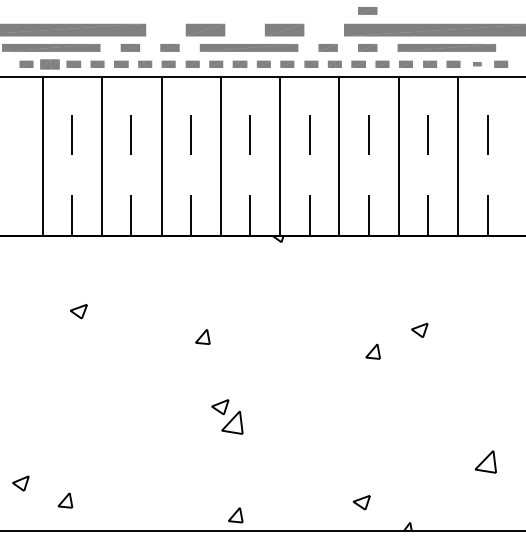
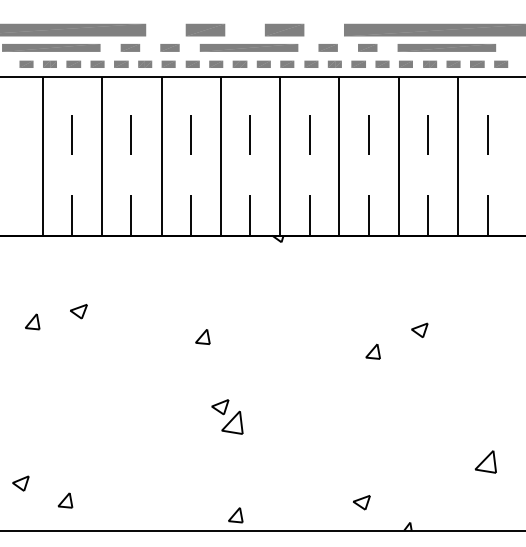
part at (367, 10): present -> none
part at (49, 64) size: 20x11 px -> 14x8 px
part at (477, 64) size: 9x5 px -> 15x8 px
part at (32, 321): none -> present
